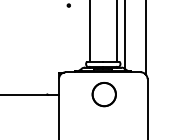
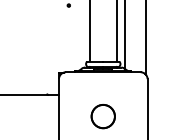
circle at (103, 94) position: (103, 94) -> (102, 116)
